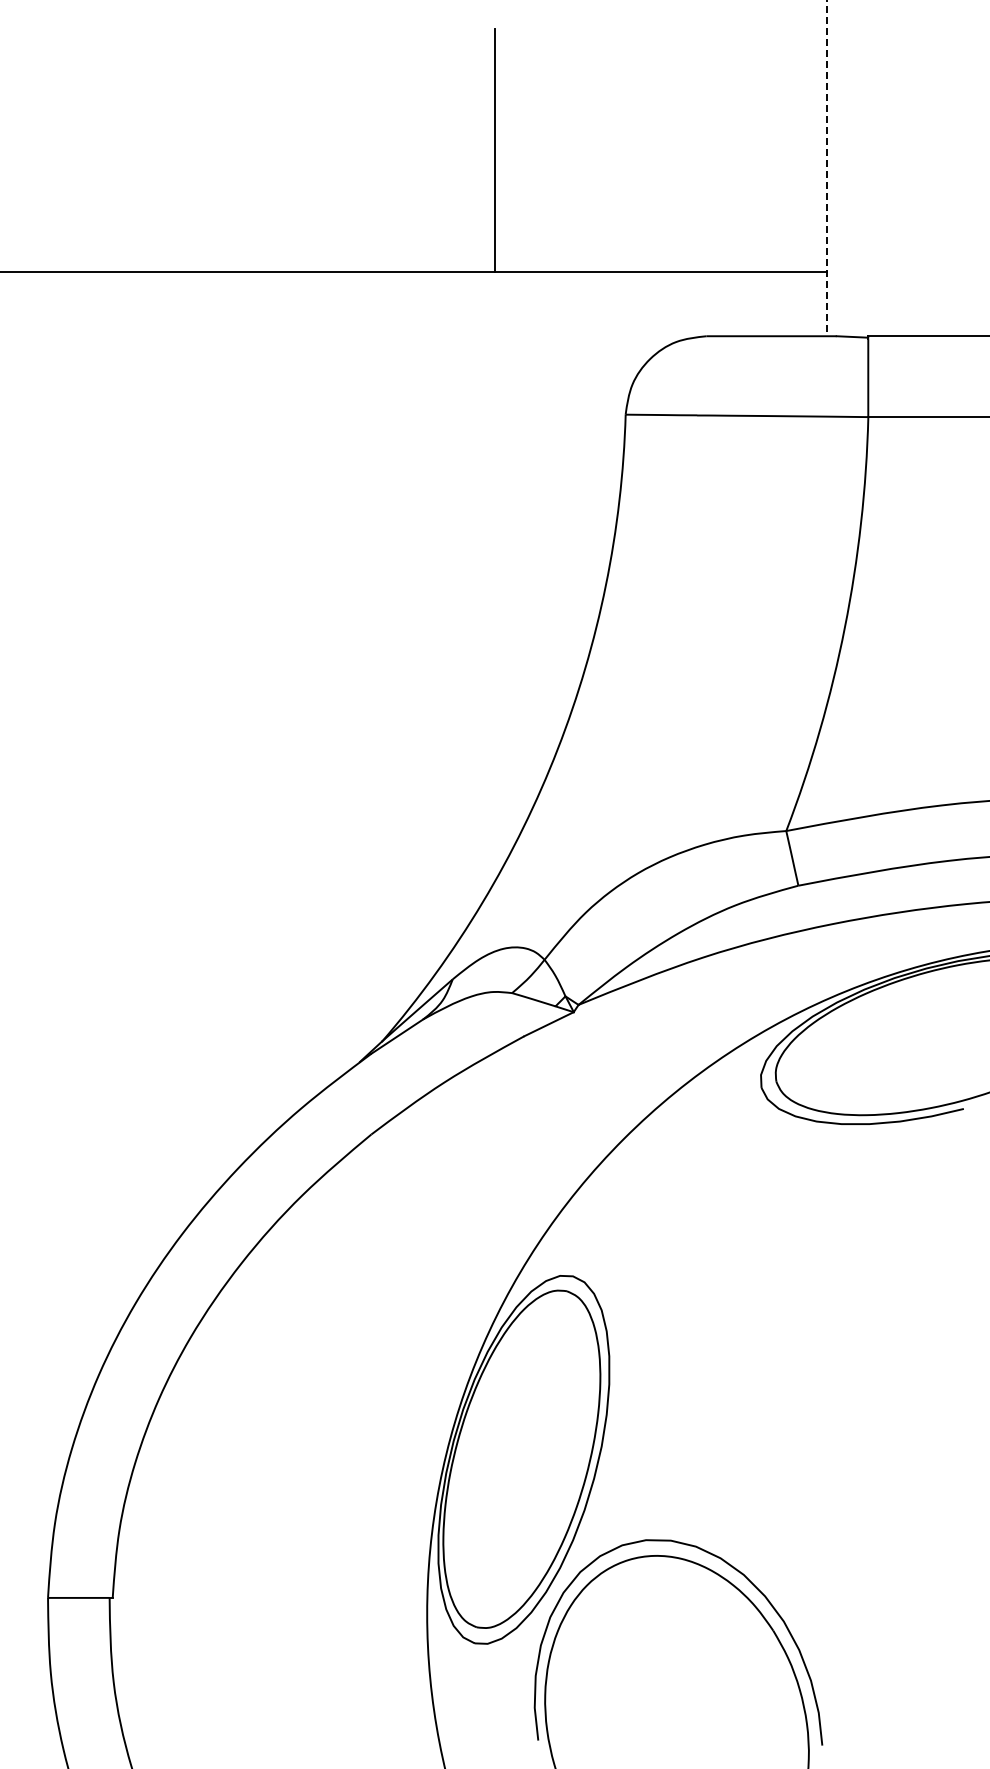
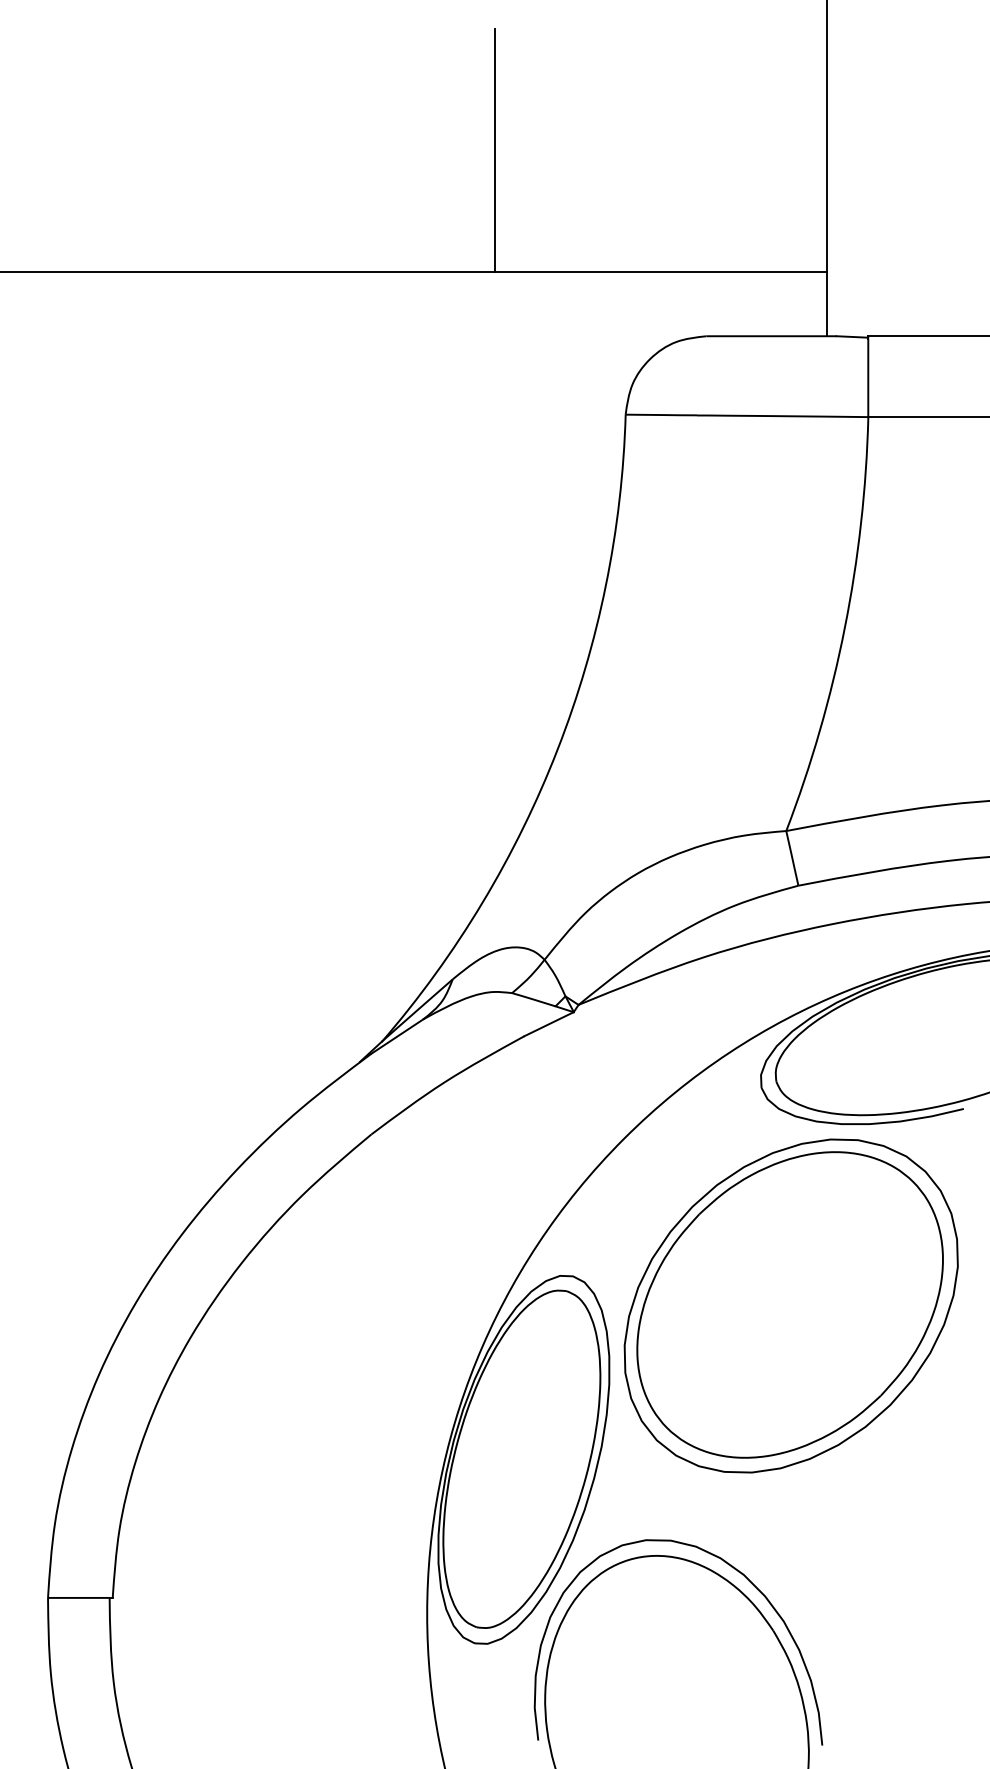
line at (826, 168): dashed -> solid
part at (790, 1305): none -> present
